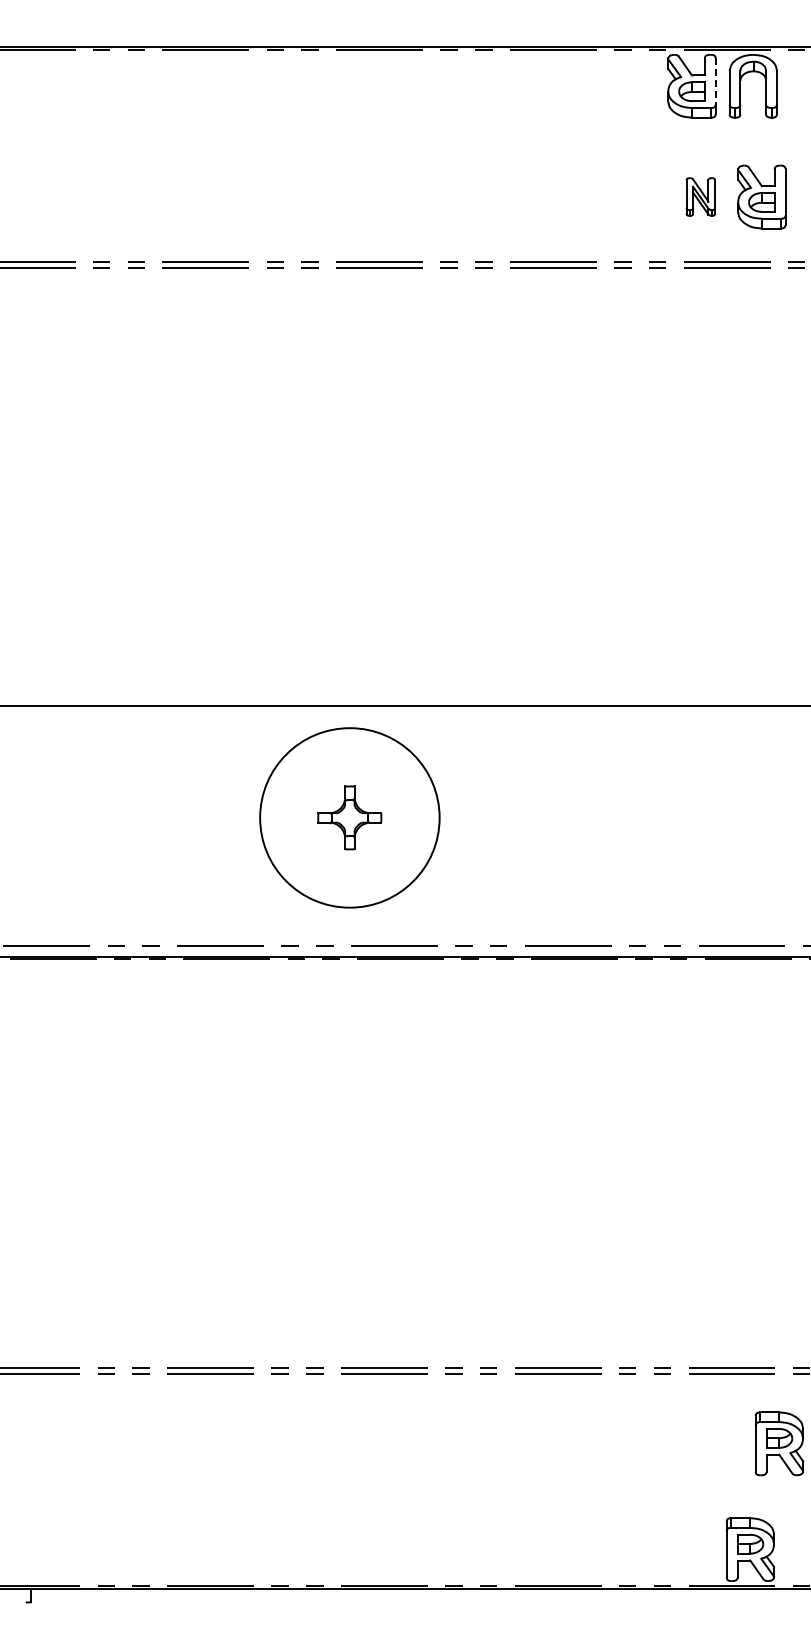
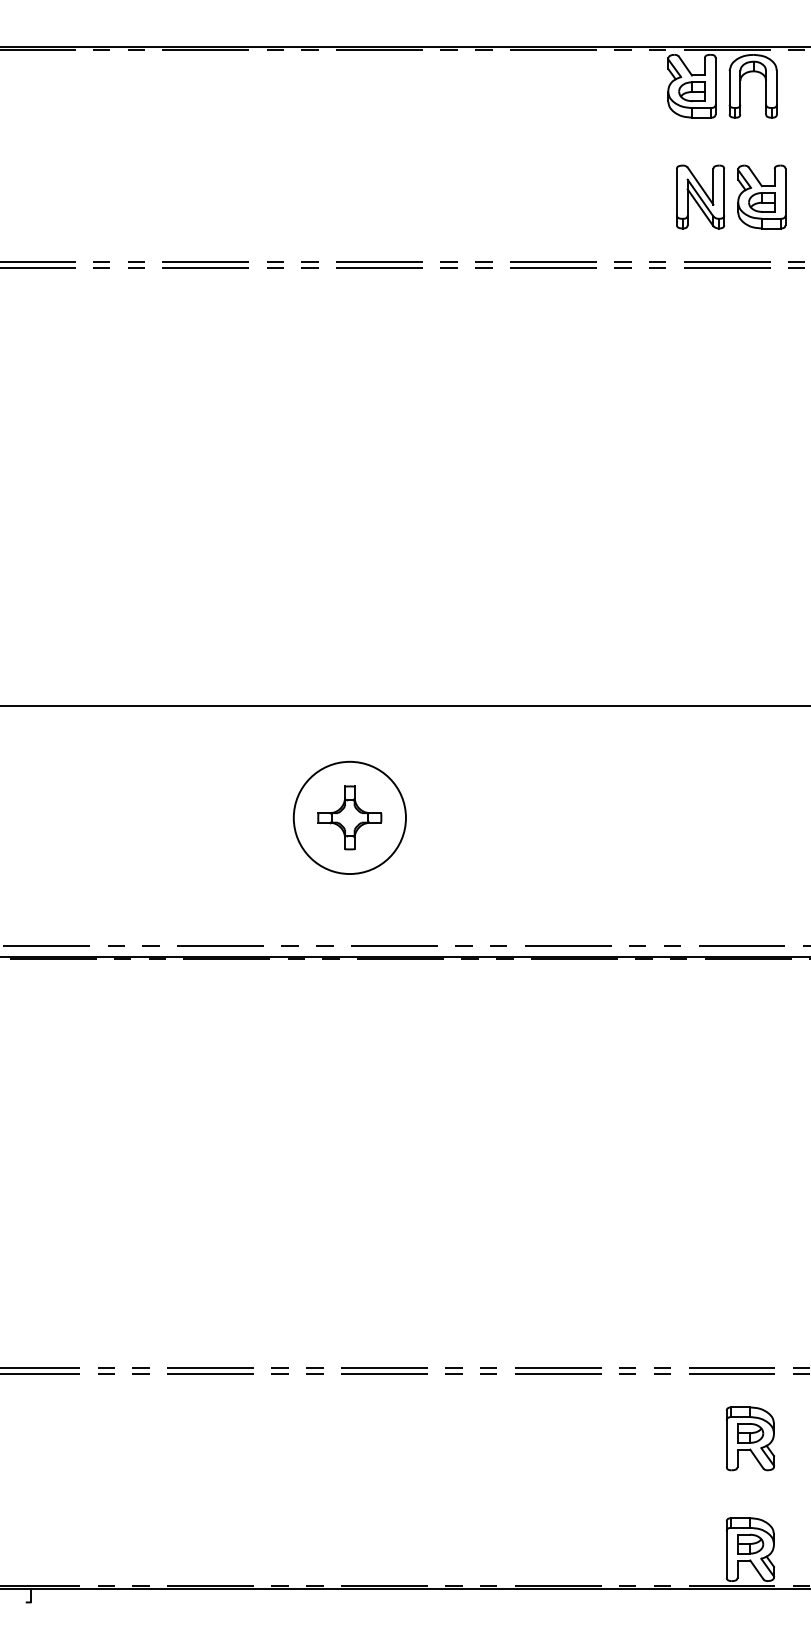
line at (715, 81): dashed -> solid
part at (700, 196) size: 31x40 px -> 50x66 px
circle at (349, 817) diameter: 180 px -> 112 px
part at (779, 1443) position: (779, 1443) -> (750, 1438)
